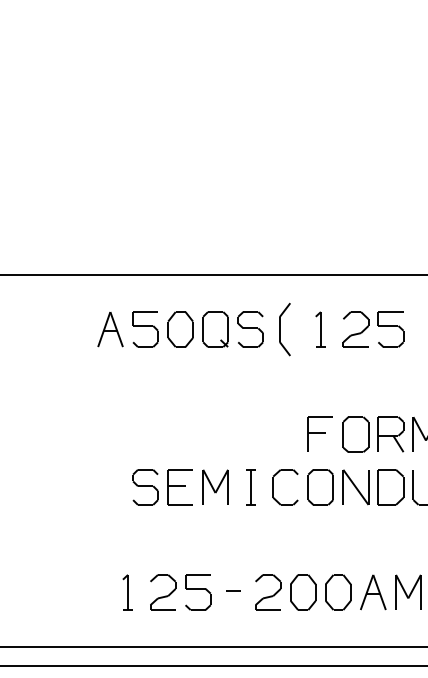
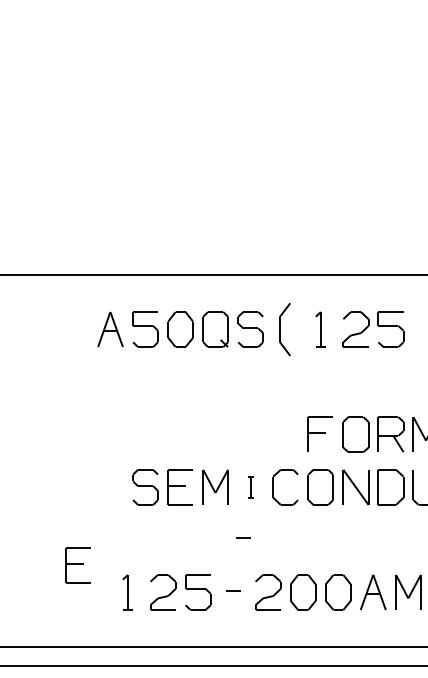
part at (250, 487) size: 10x37 px -> 6x23 px
line at (243, 537): none -> present
part at (77, 565): none -> present
